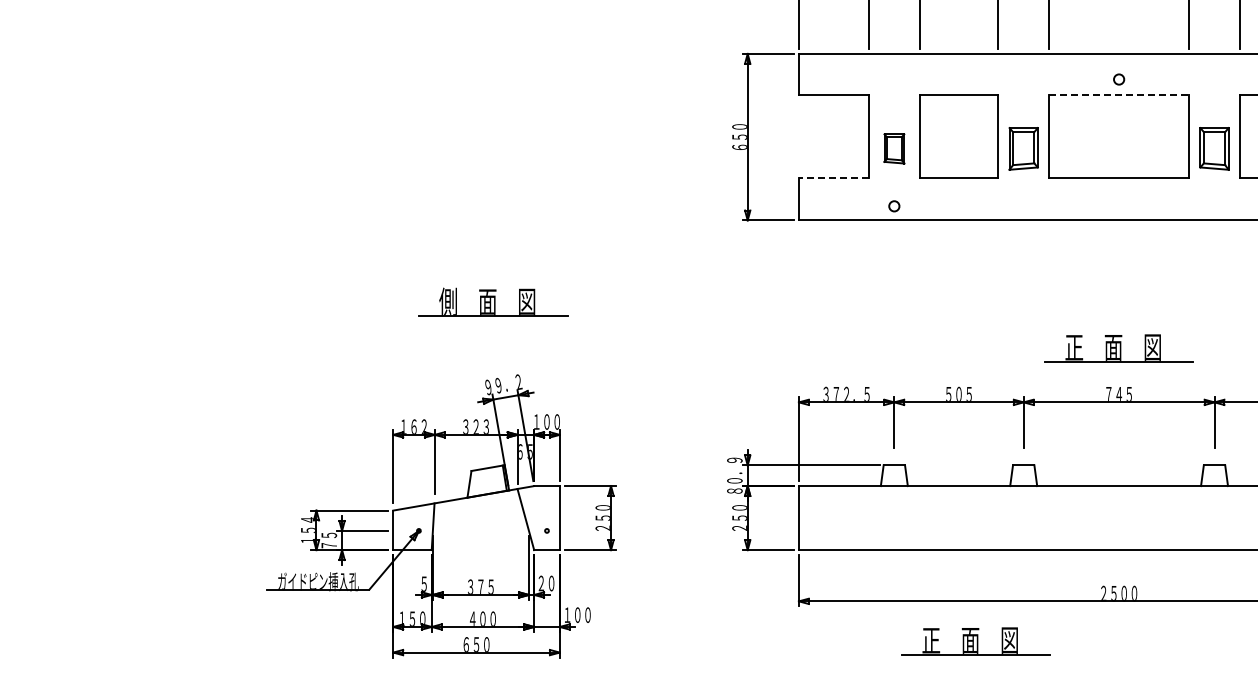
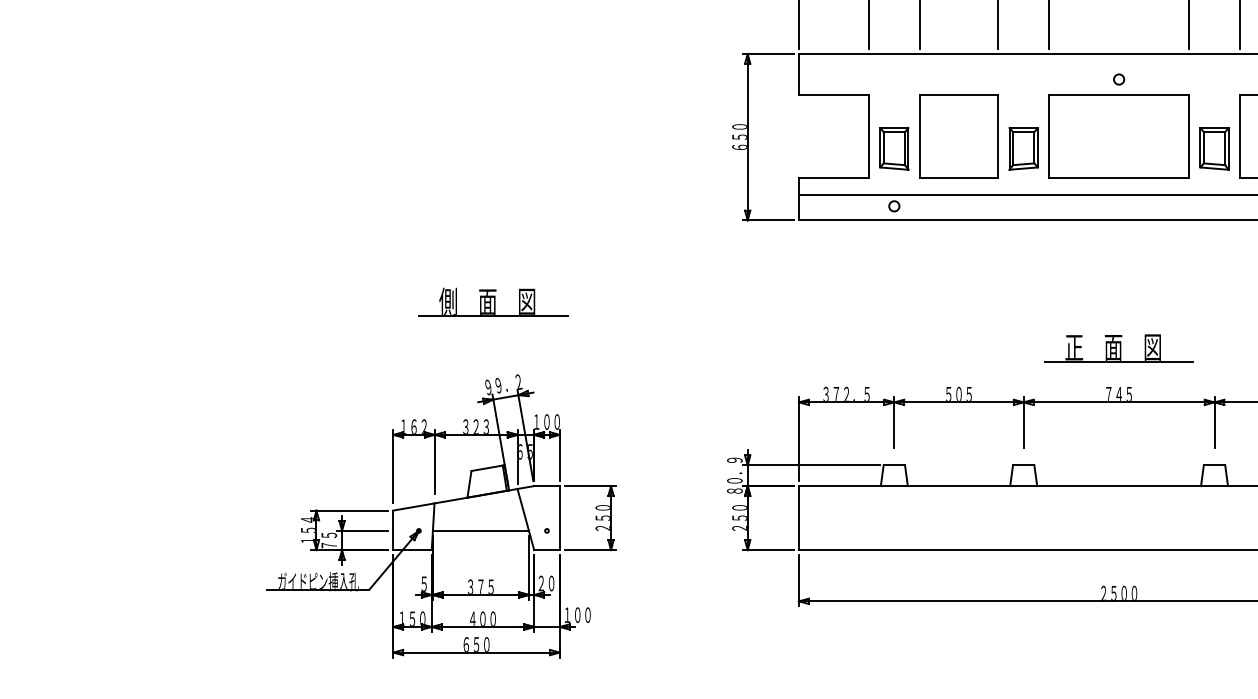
line at (1119, 95): dashed -> solid
part at (894, 148) size: 23x32 px -> 31x44 px
line at (833, 178): dashed -> solid
line at (1026, 194): none -> present
line at (480, 530): none -> present
part at (975, 641): present -> none
